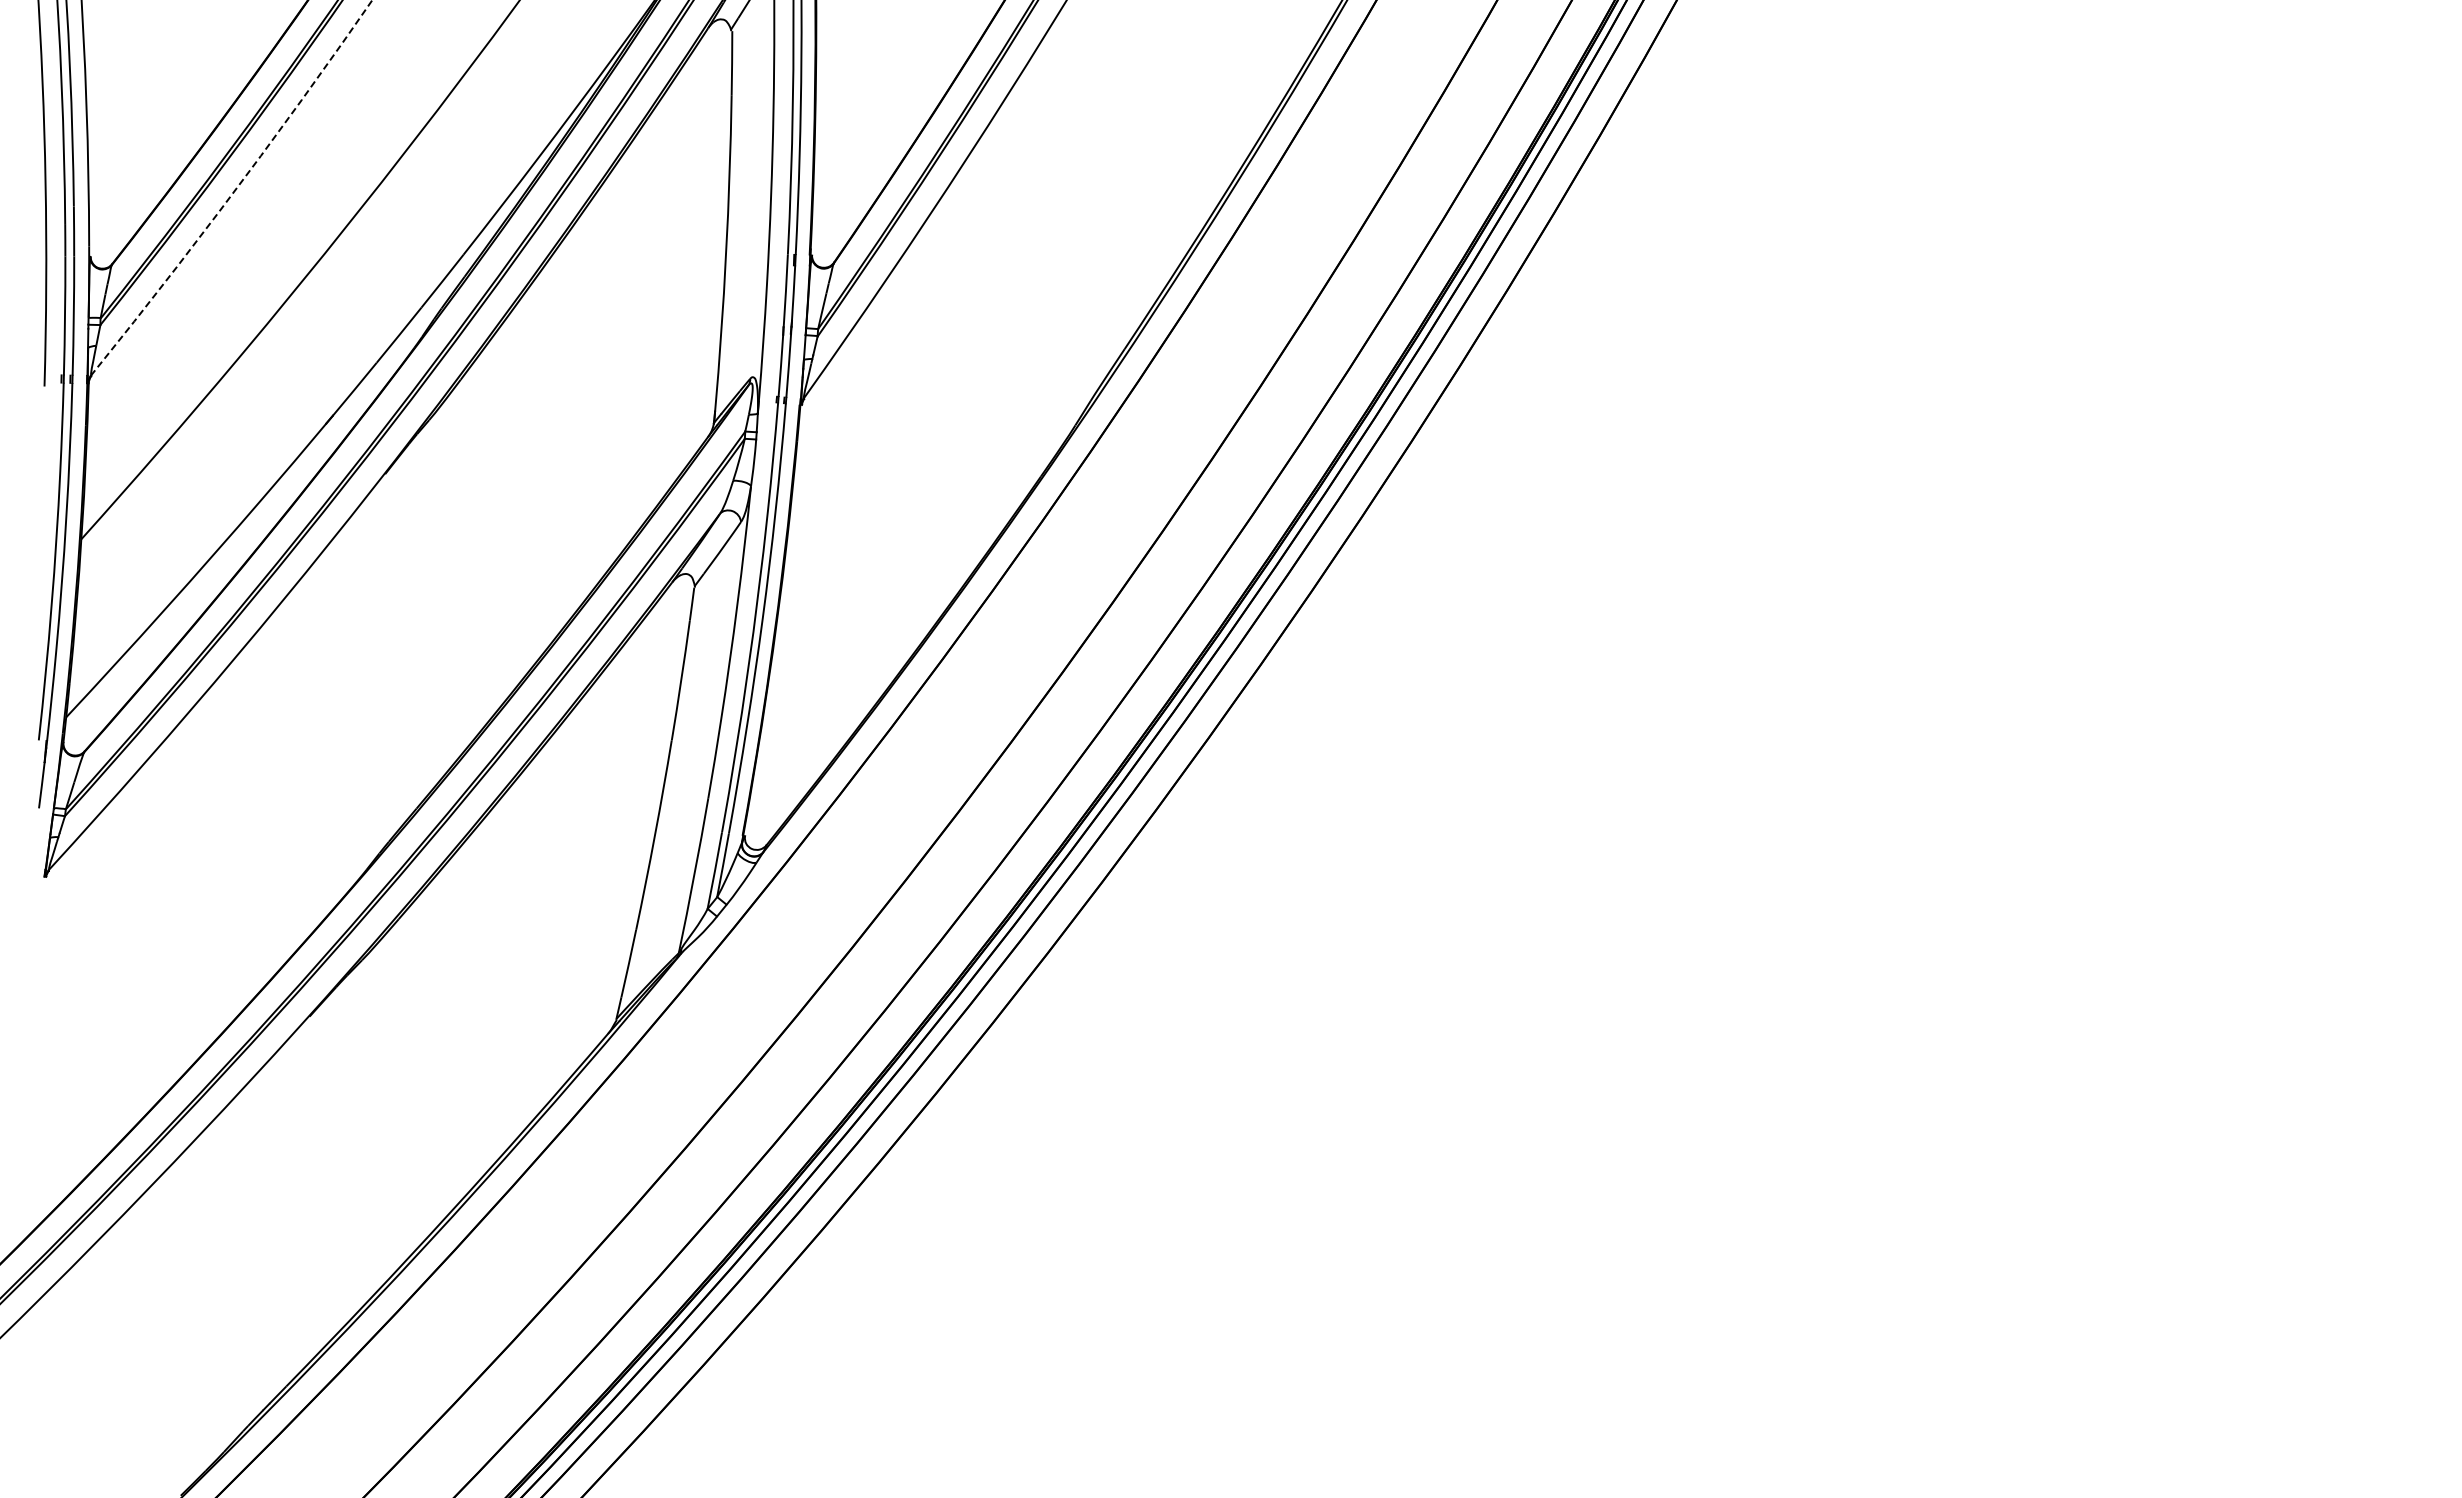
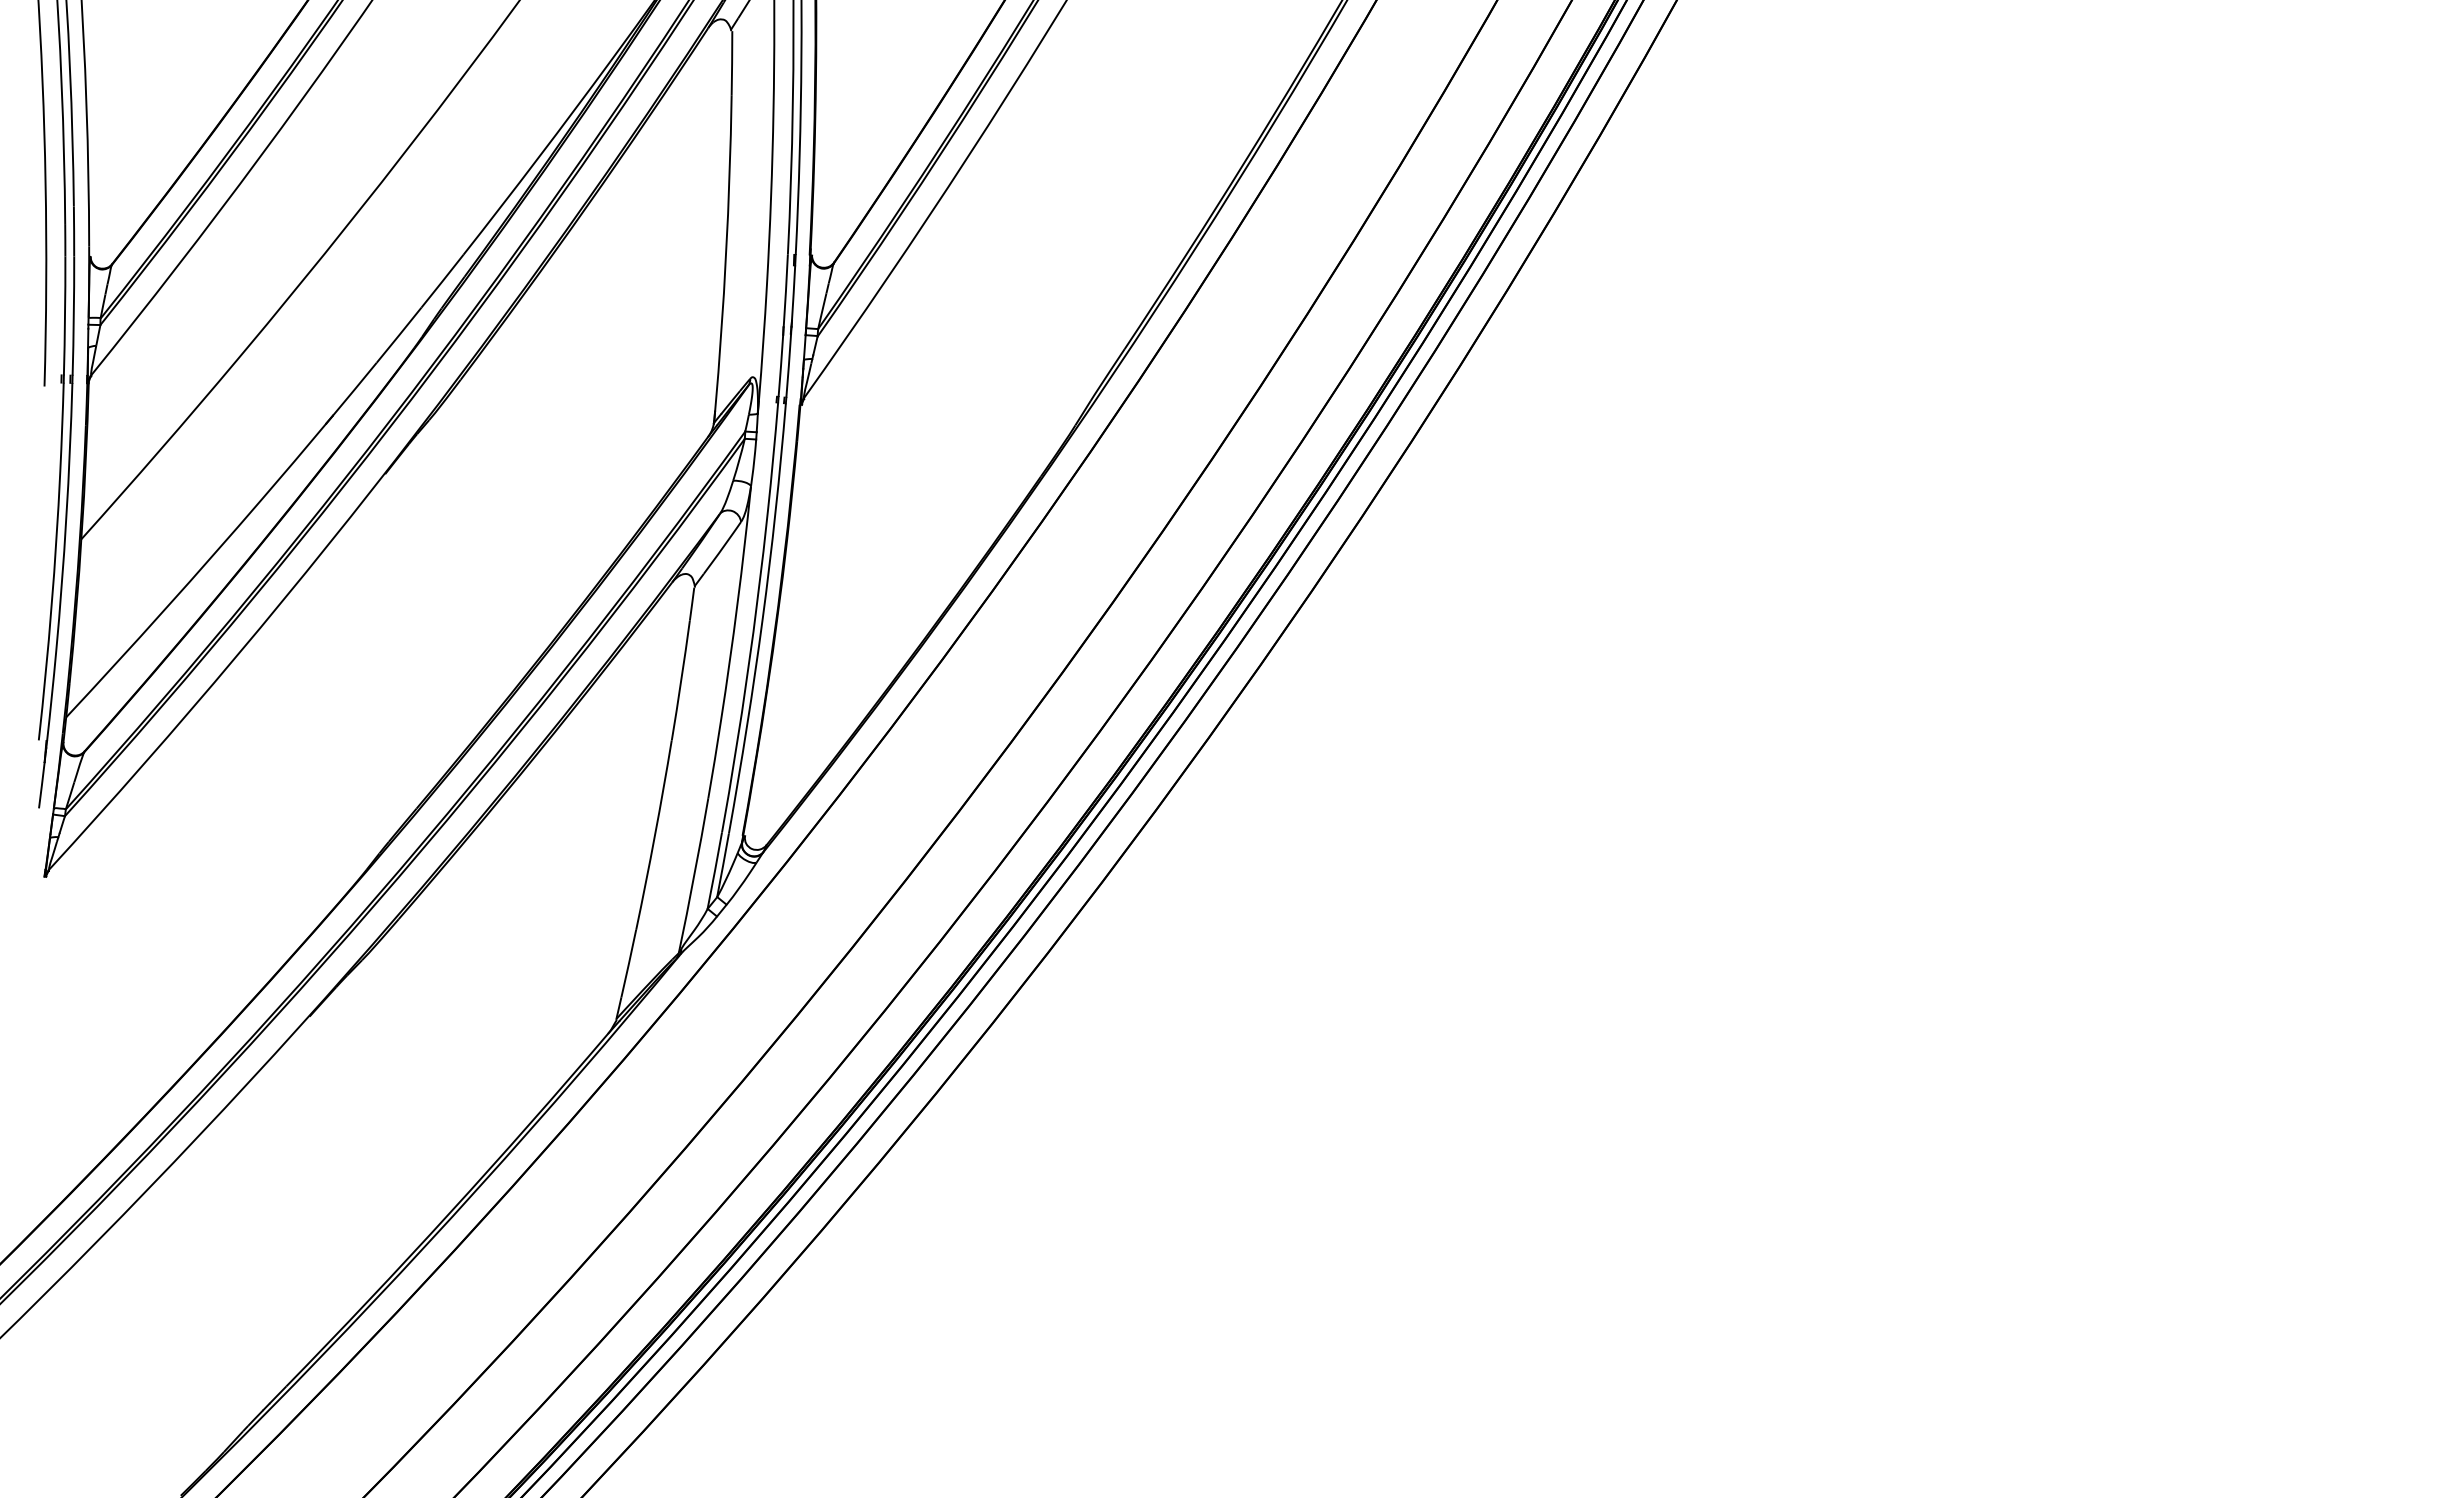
arc at (235, 190): dashed -> solid
